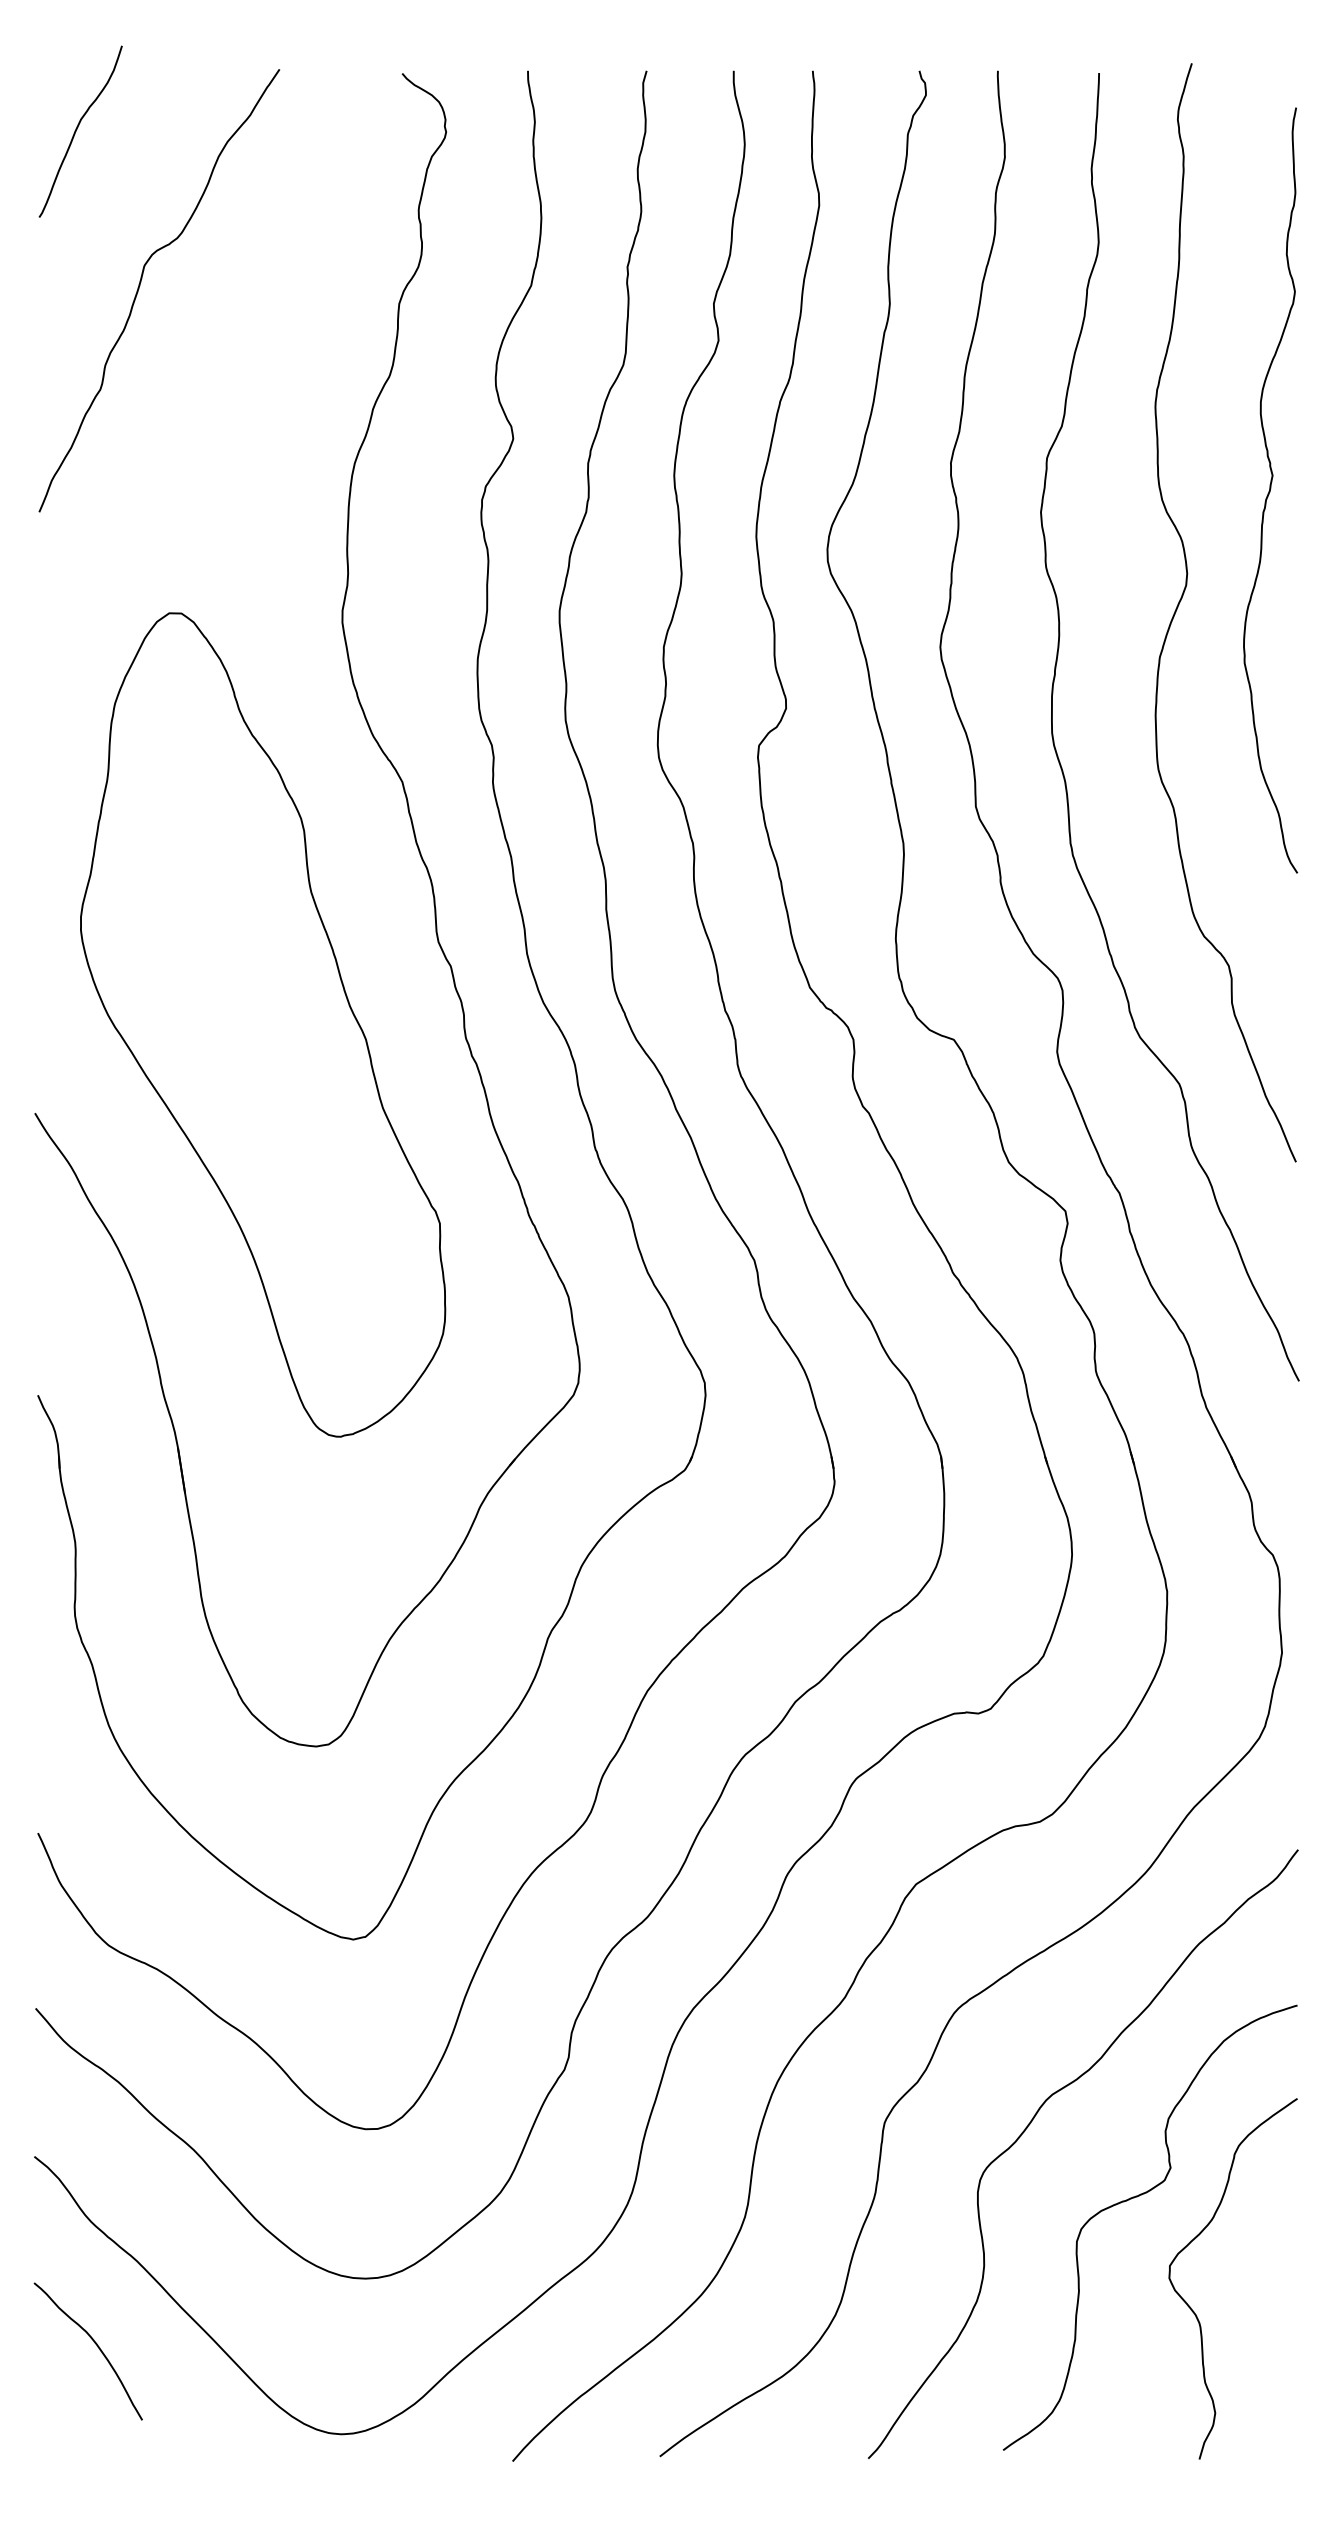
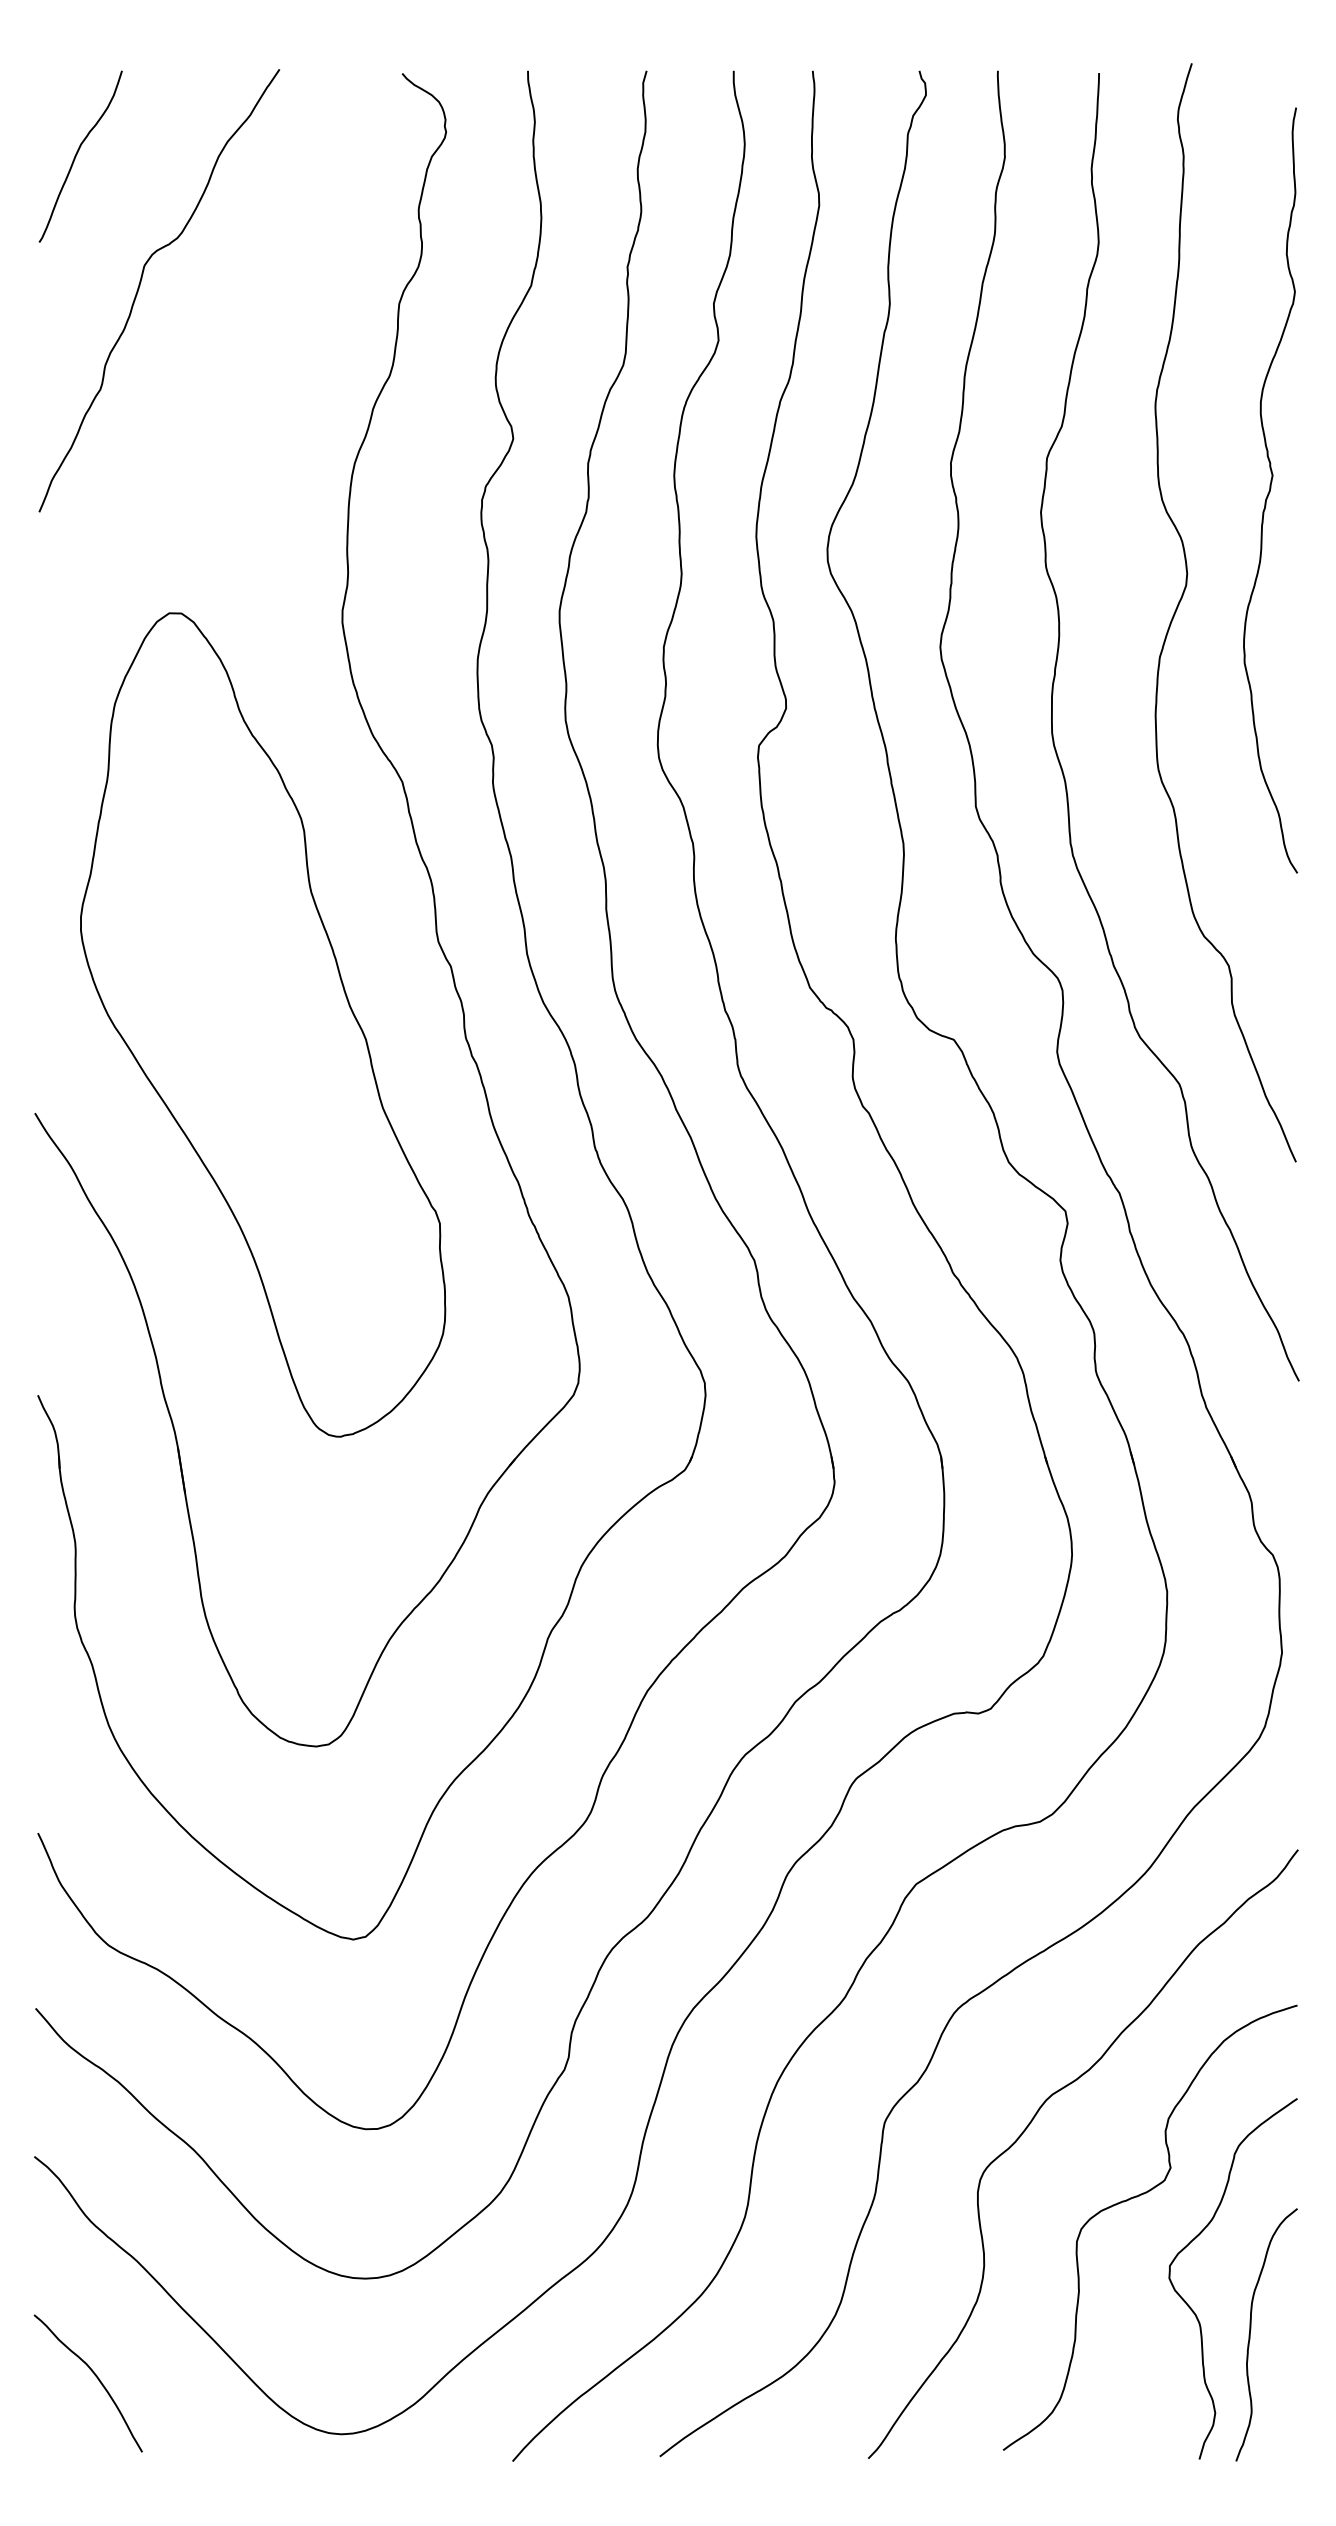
curve at (77, 129) position: (77, 129) -> (77, 154)
curve at (1251, 2329): none -> present
curve at (94, 2343) position: (94, 2343) -> (94, 2375)
